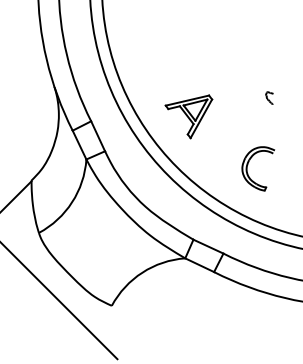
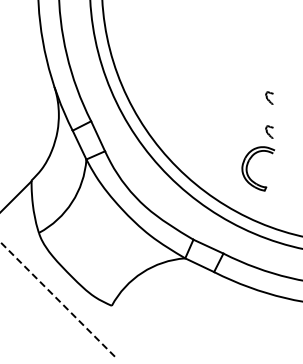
part at (188, 116): present -> none
part at (269, 131): none -> present
line at (58, 300): solid -> dashed
